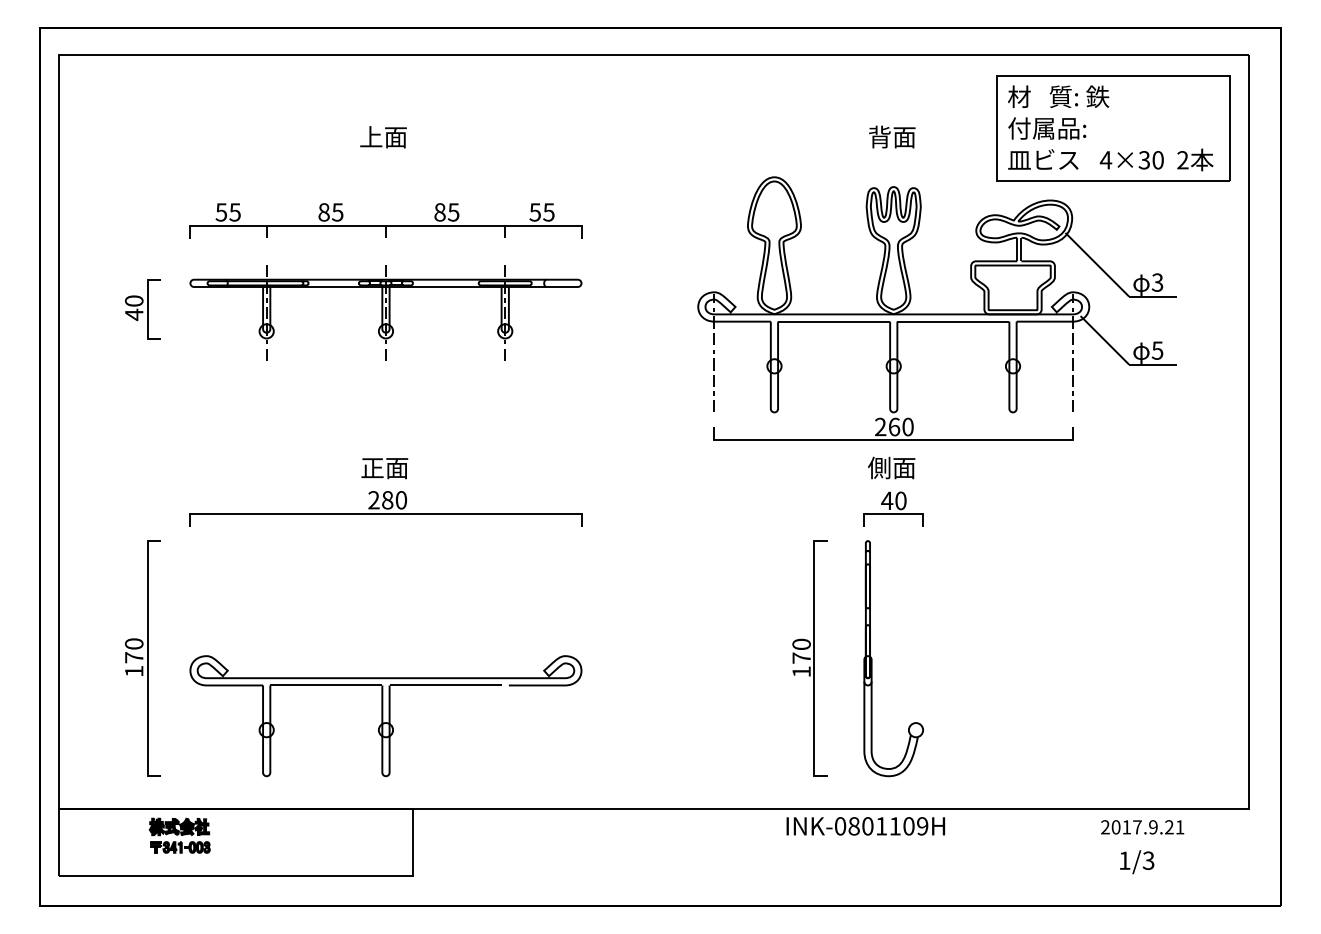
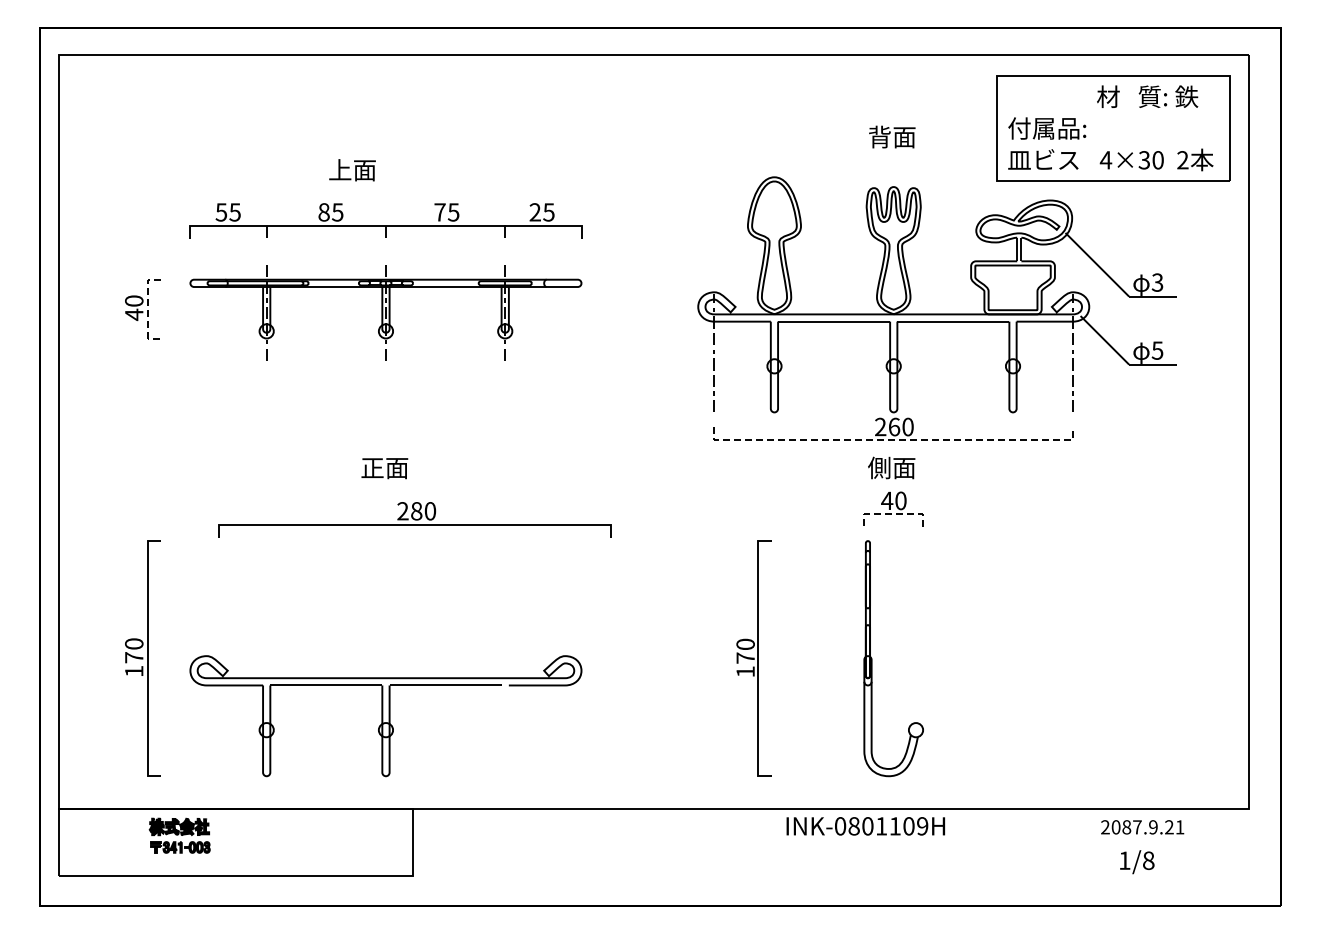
text at (1058, 96) position: (1058, 96) -> (1147, 96)
text at (383, 137) position: (383, 137) -> (352, 170)
text at (439, 212): 85 -> 75
text at (534, 212): 55 -> 25
line at (148, 309): solid -> dashed
line at (894, 439): solid -> dashed
part at (385, 508) position: (385, 508) -> (414, 519)
line at (893, 513): solid -> dashed
part at (809, 658) position: (809, 658) -> (753, 658)
text at (1126, 827): 2017.9.21 -> 2087.9.21
text at (1148, 860): 1/3 -> 1/8
